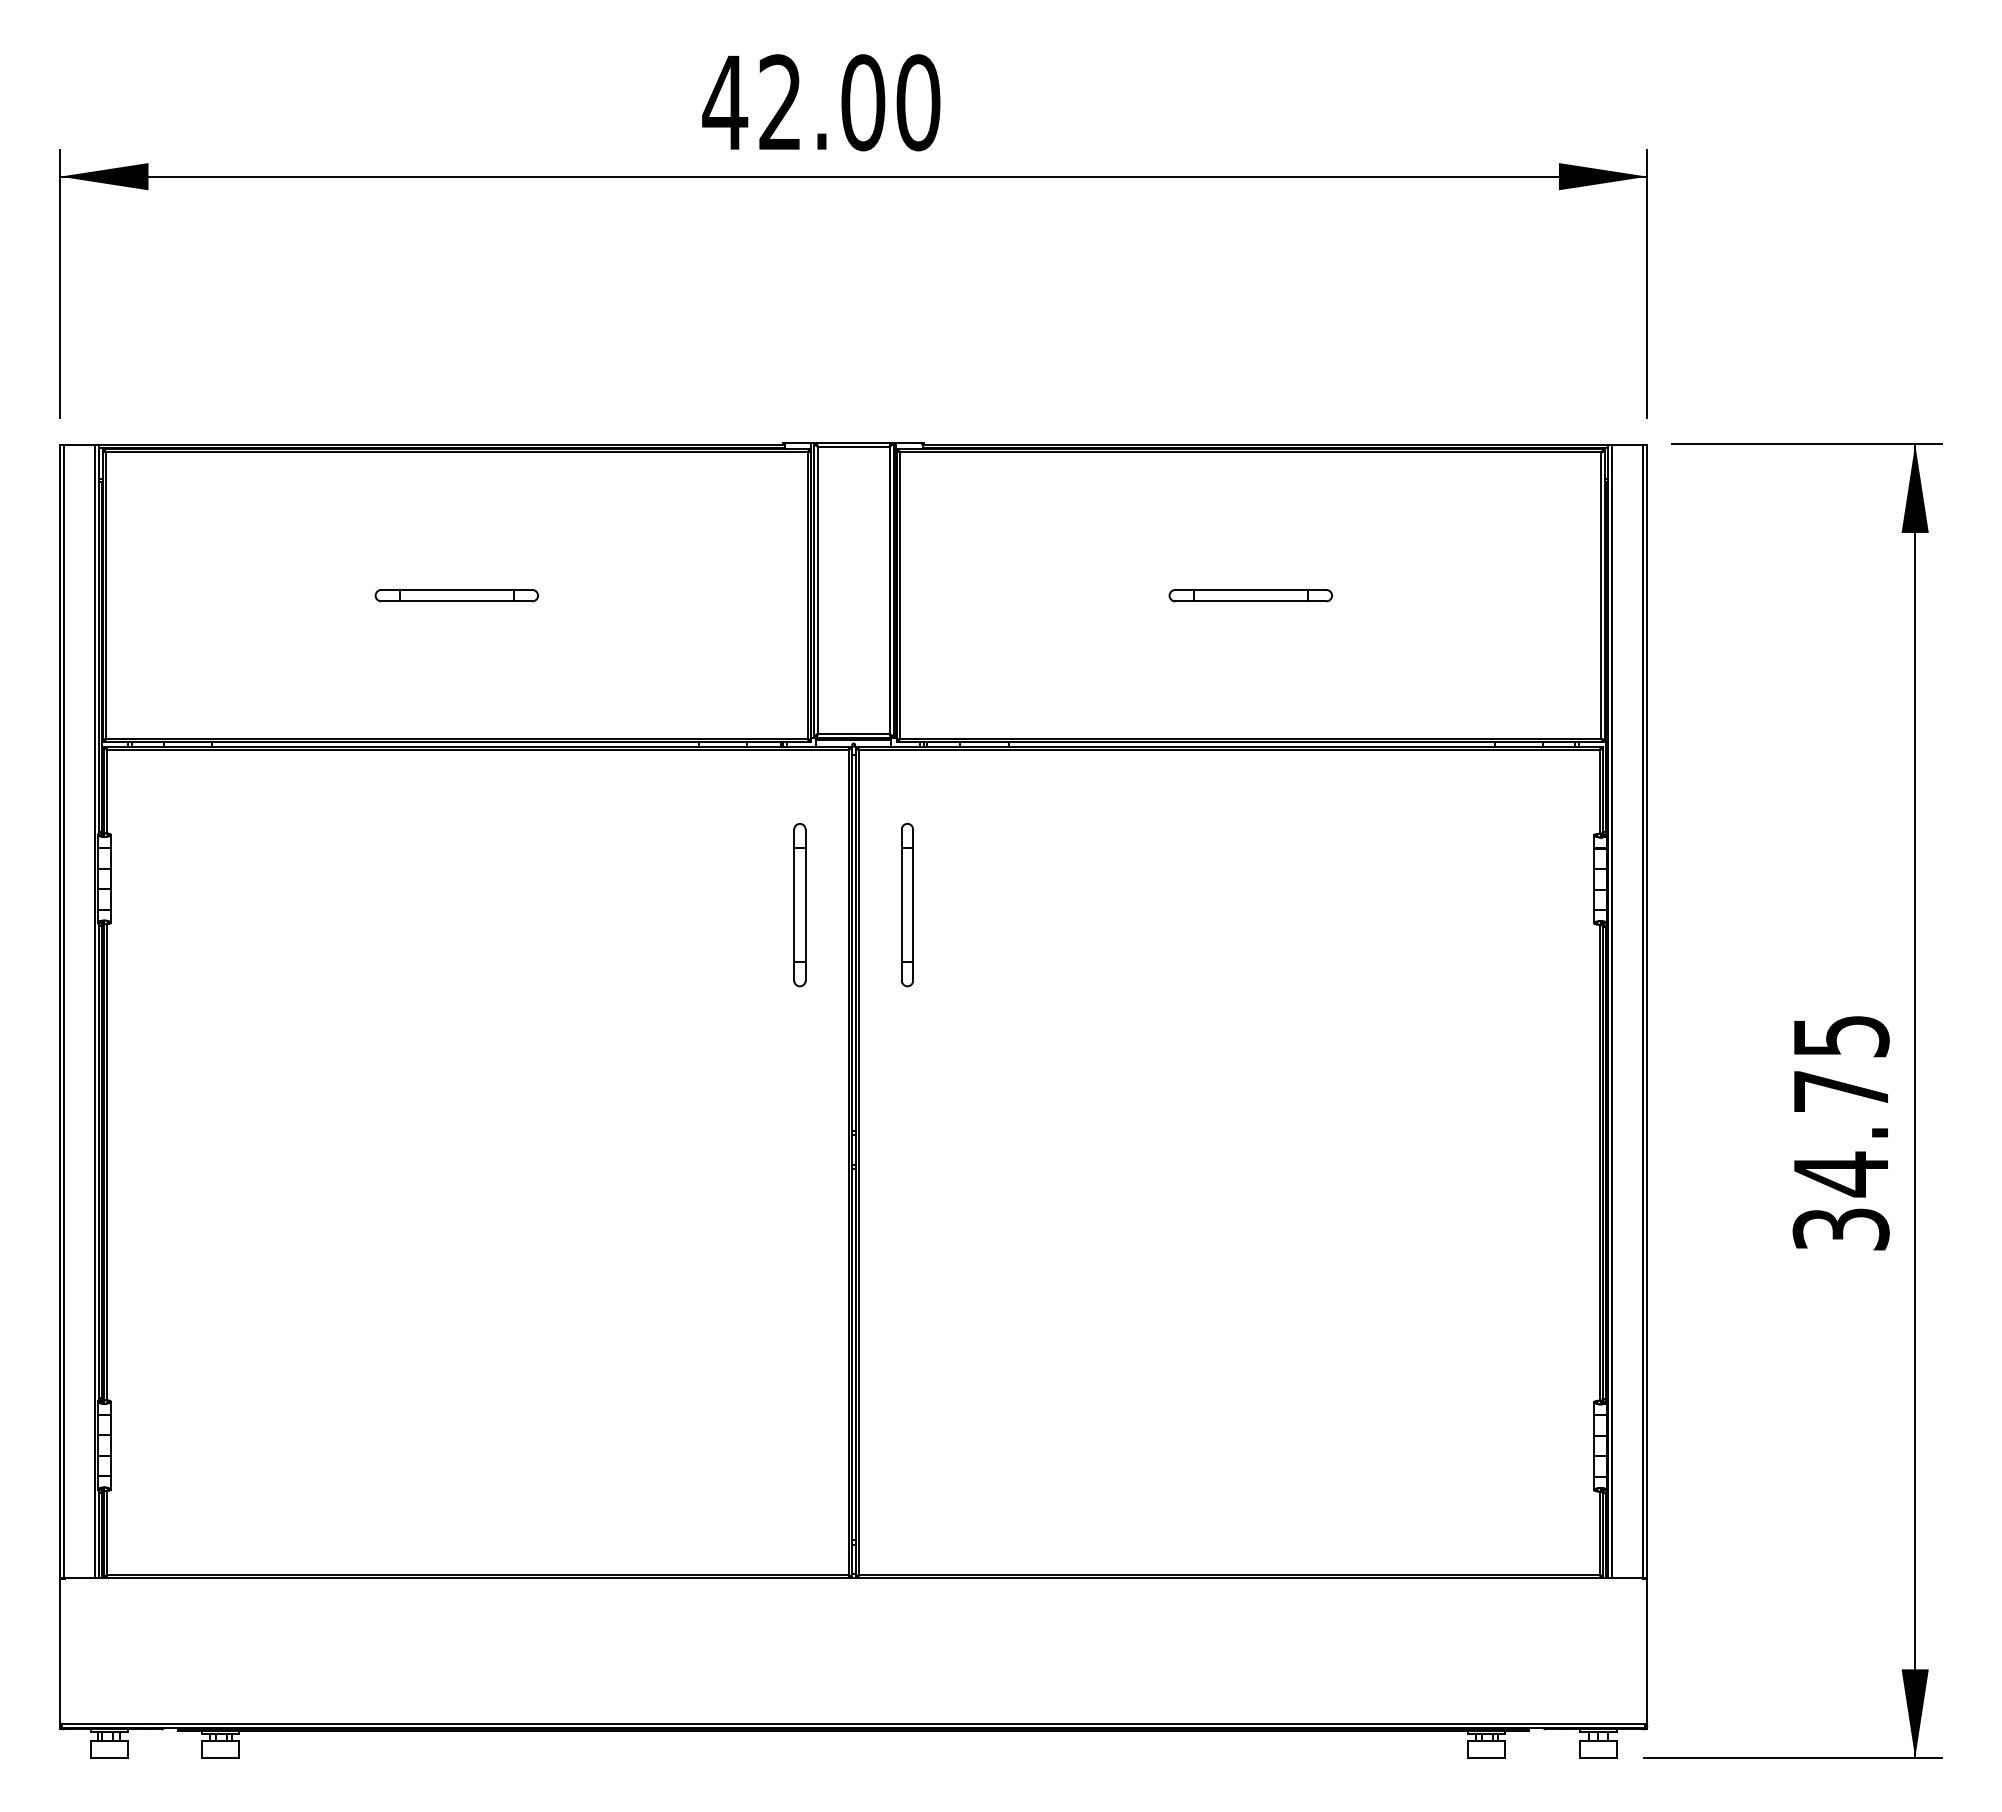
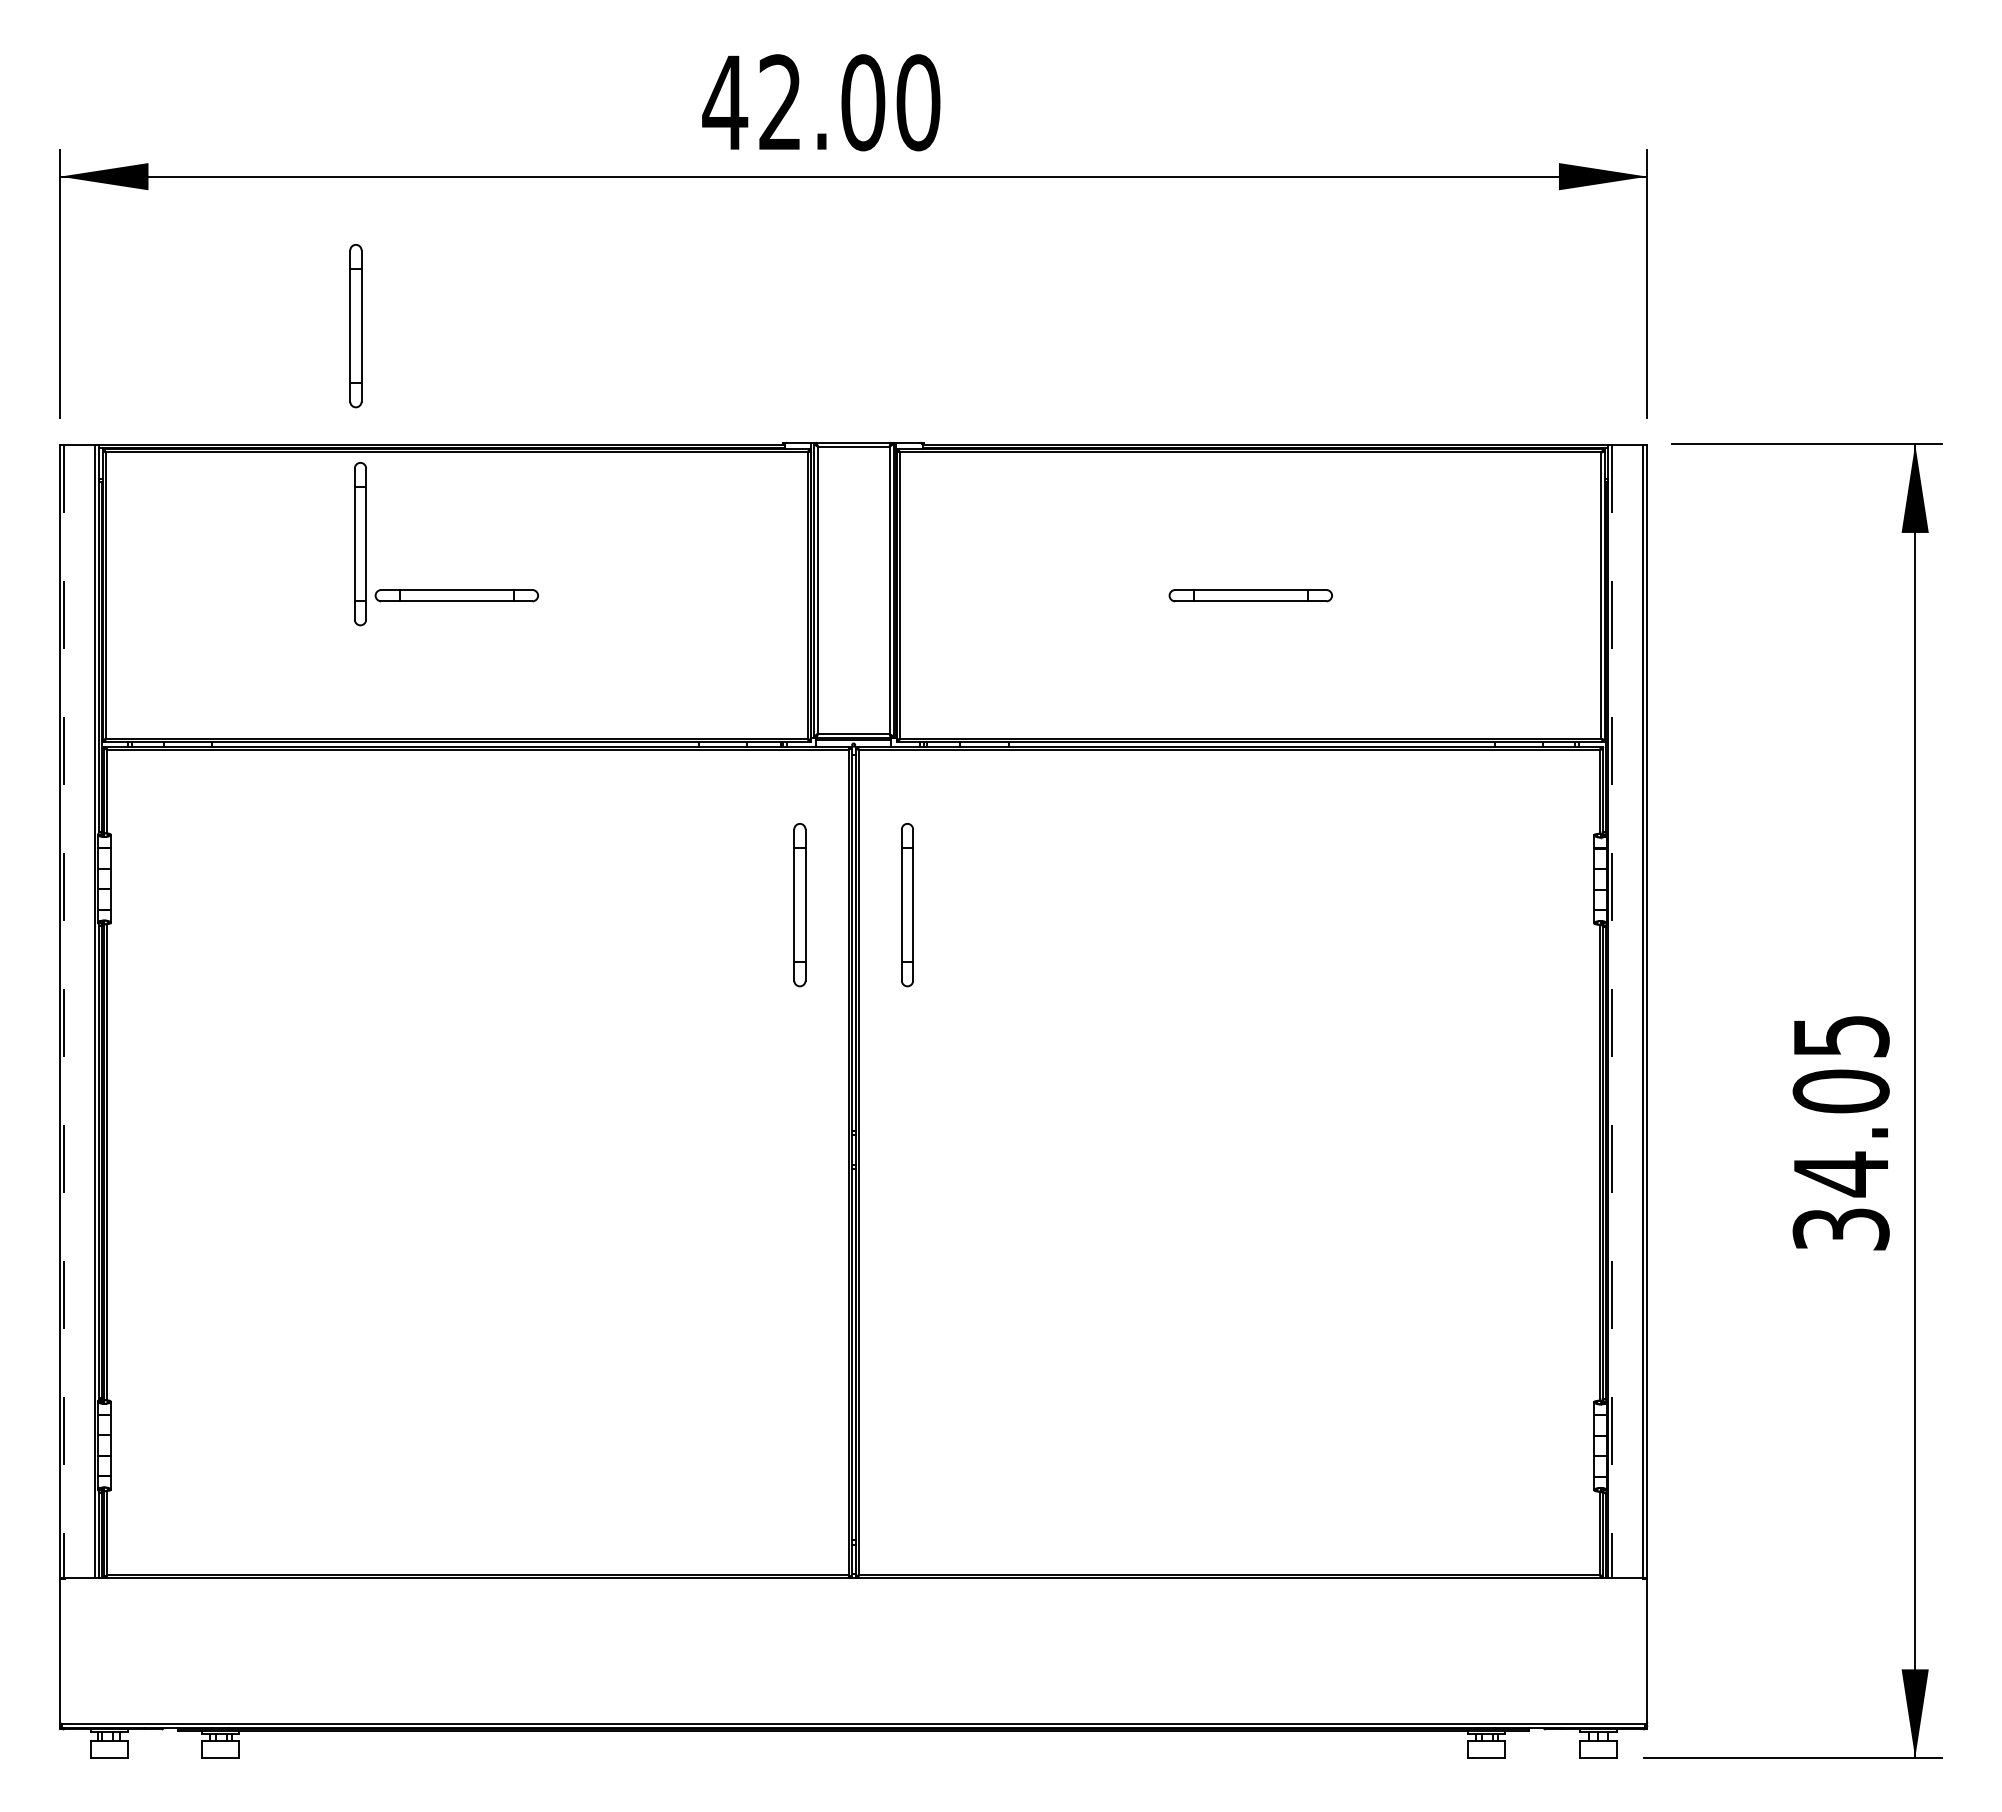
part at (355, 326): none -> present
part at (360, 544): none -> present
line at (64, 1011): solid -> dashed
line at (1612, 1011): solid -> dashed
text at (1840, 1091): 34.75 -> 34.05
